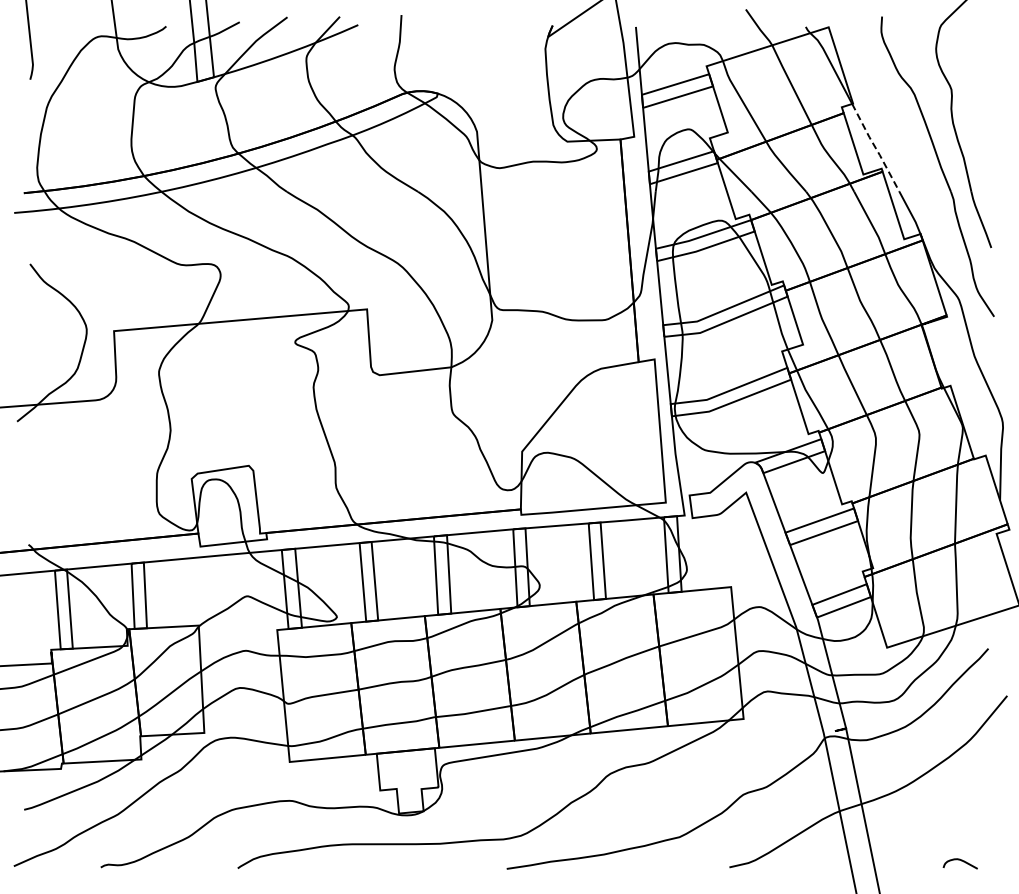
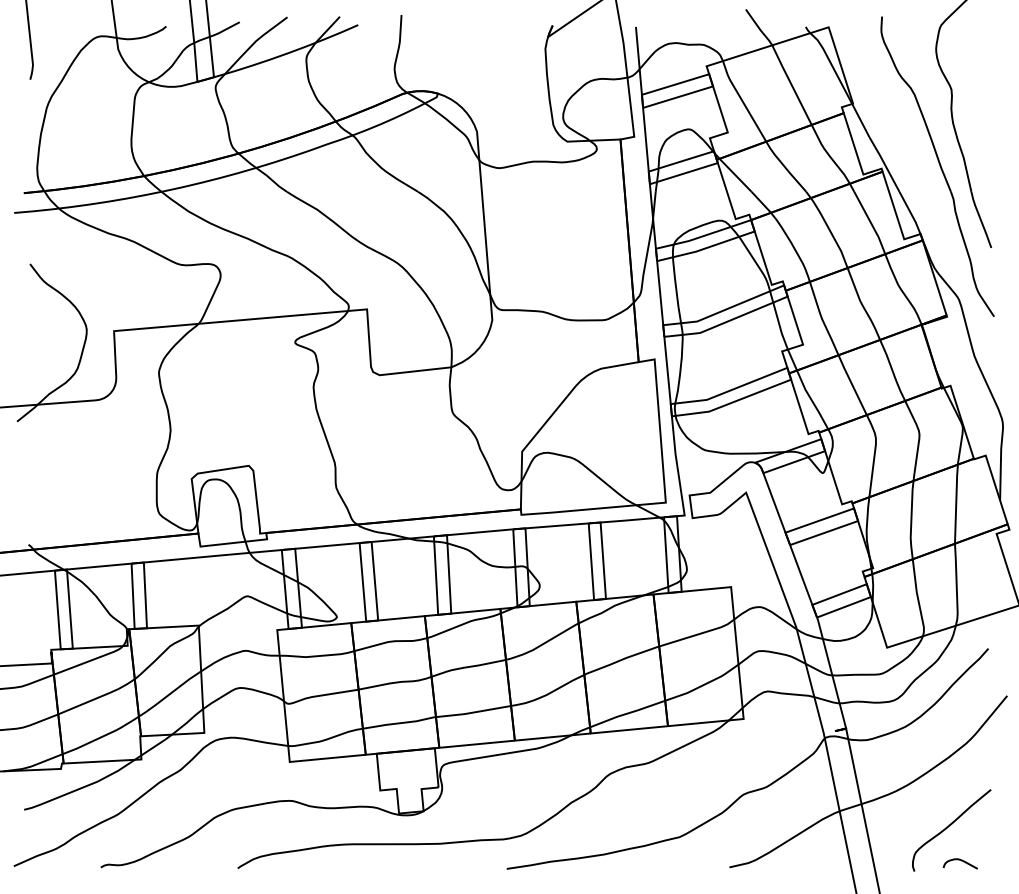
line at (875, 148): dashed -> solid
curve at (948, 827): none -> present
